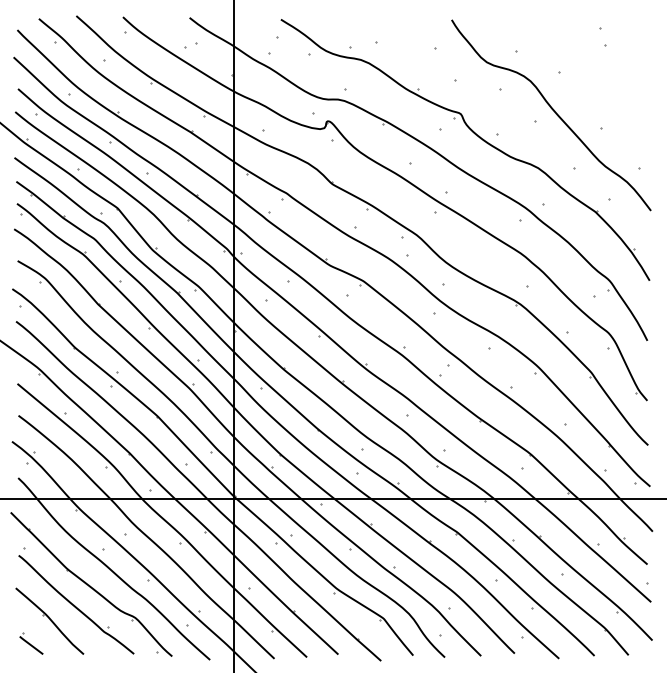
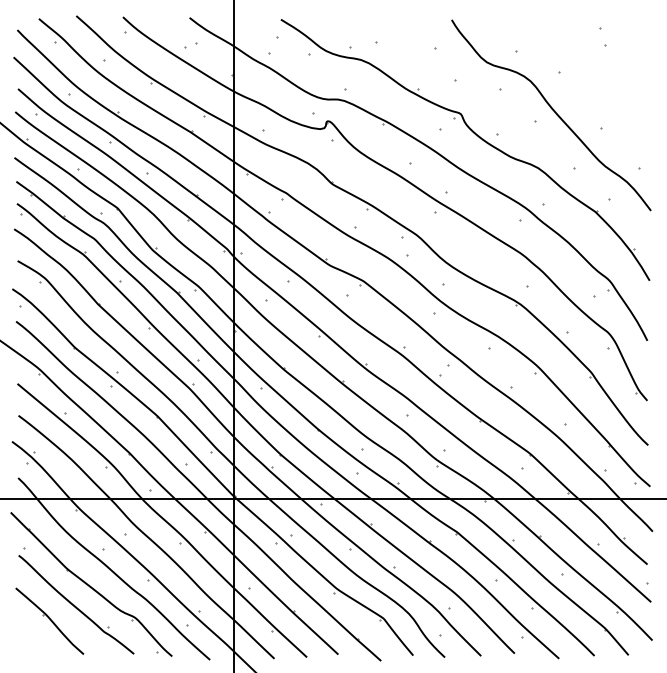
part at (31, 643): present -> none
